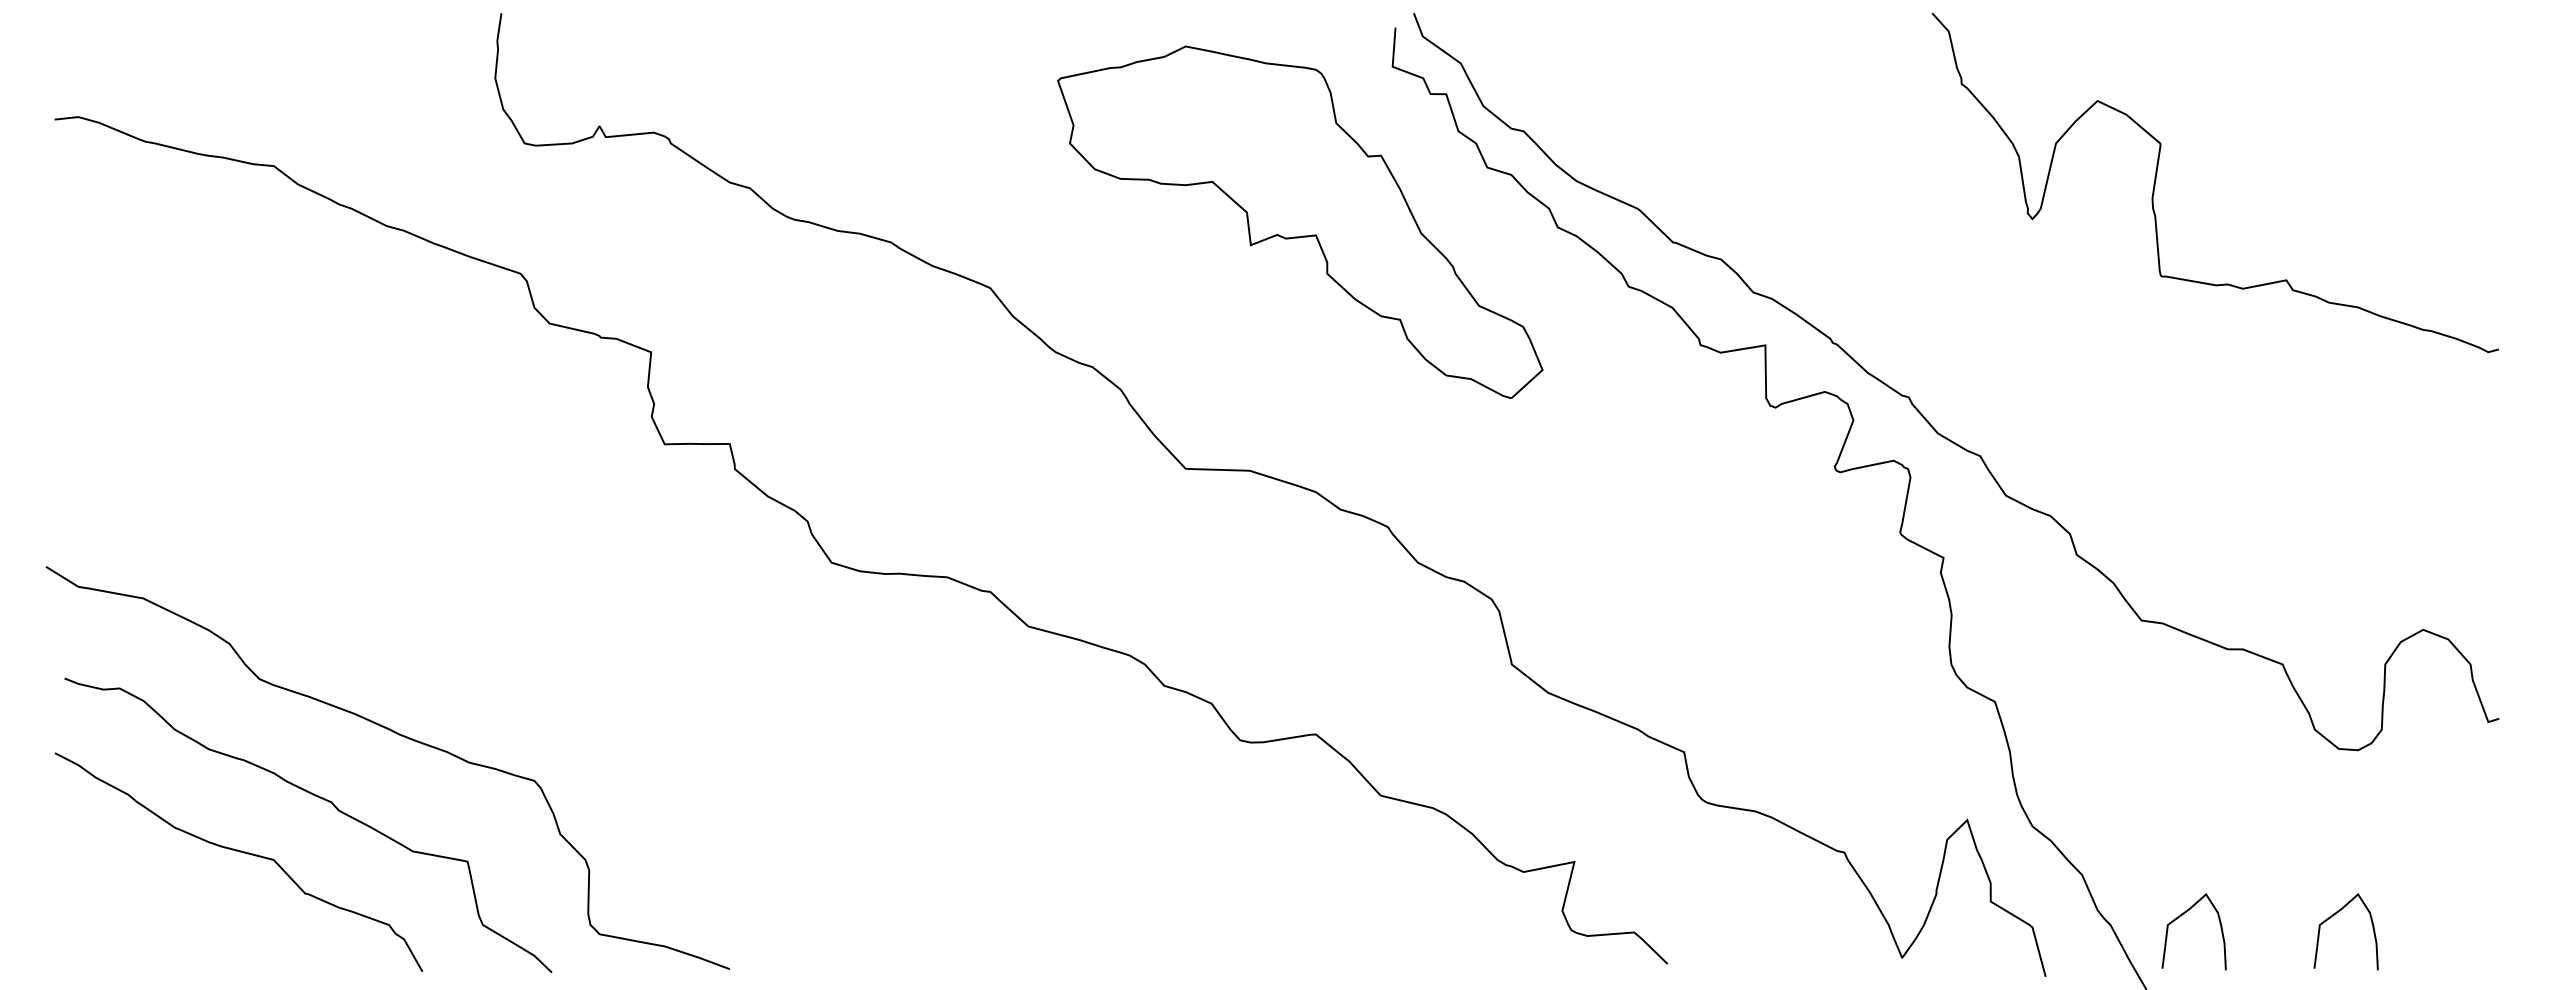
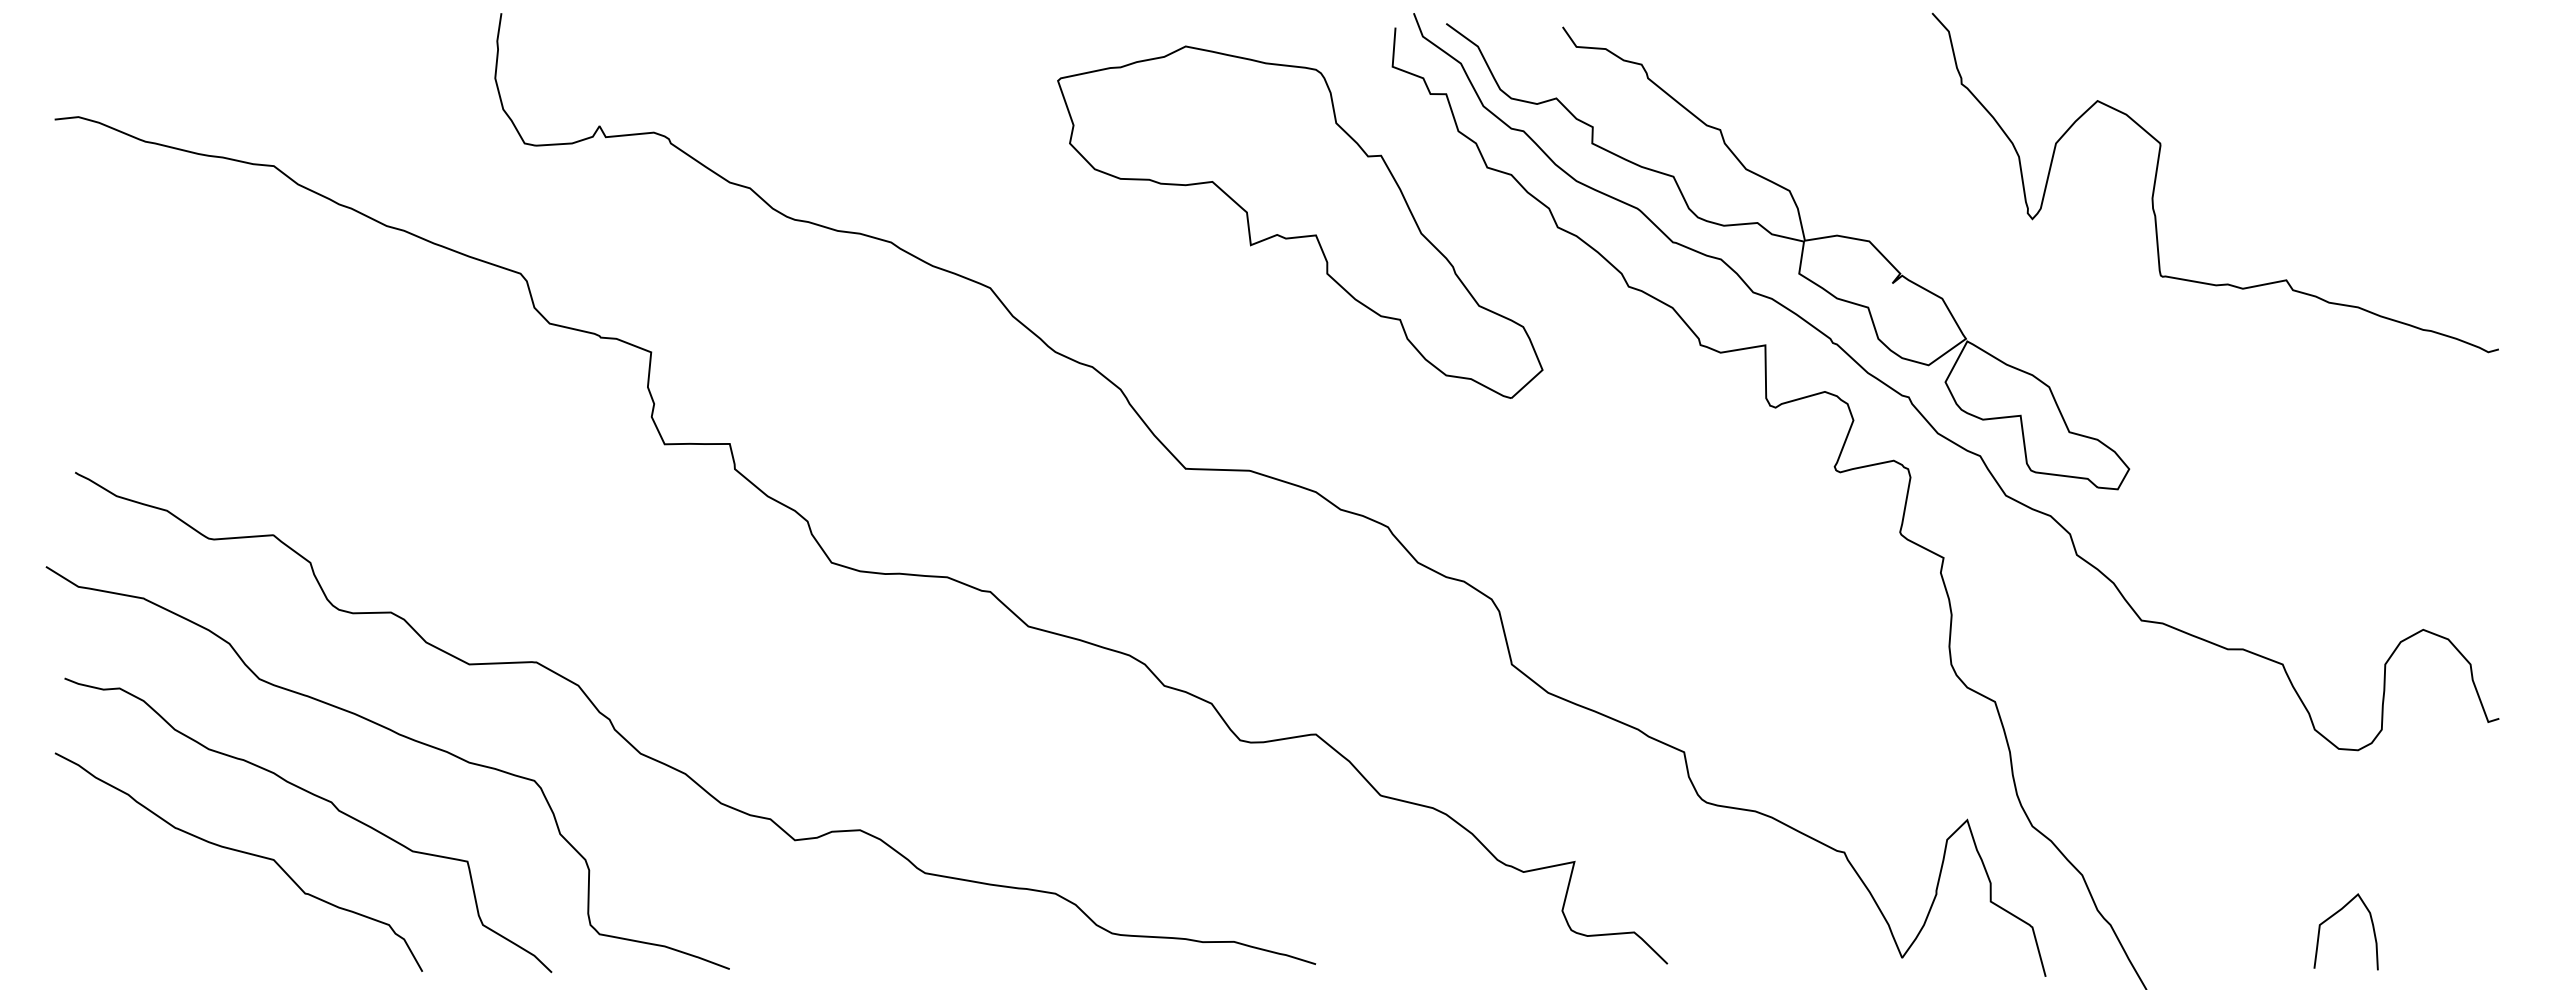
part at (1800, 256): none -> present
curve at (670, 765): none -> present
curve at (2181, 916): present -> none
